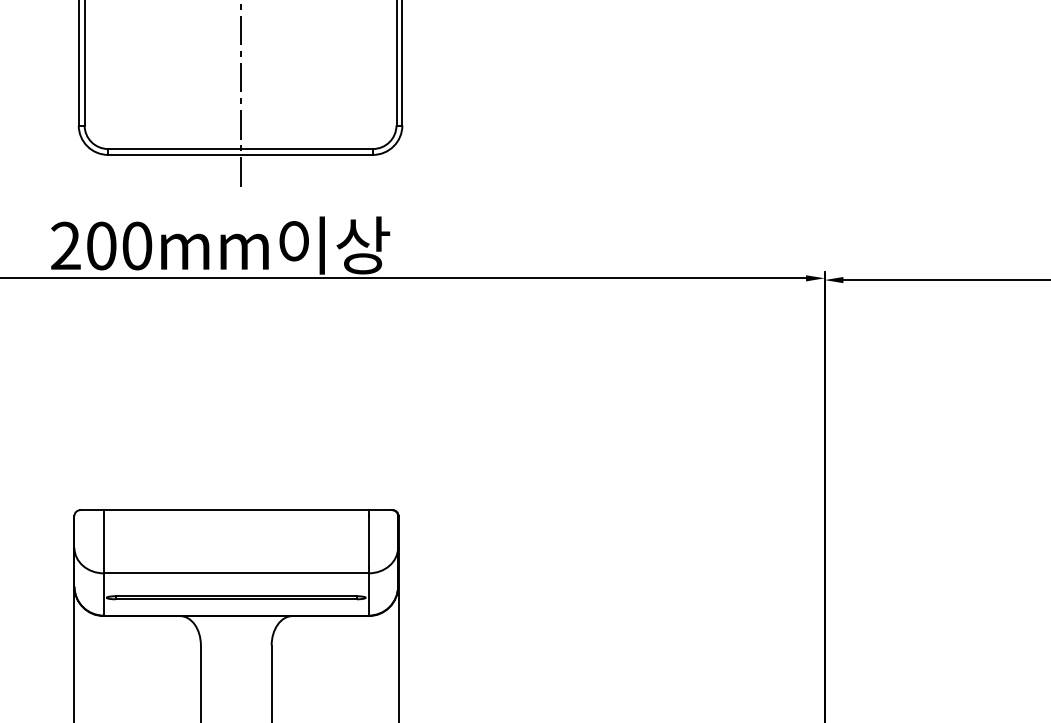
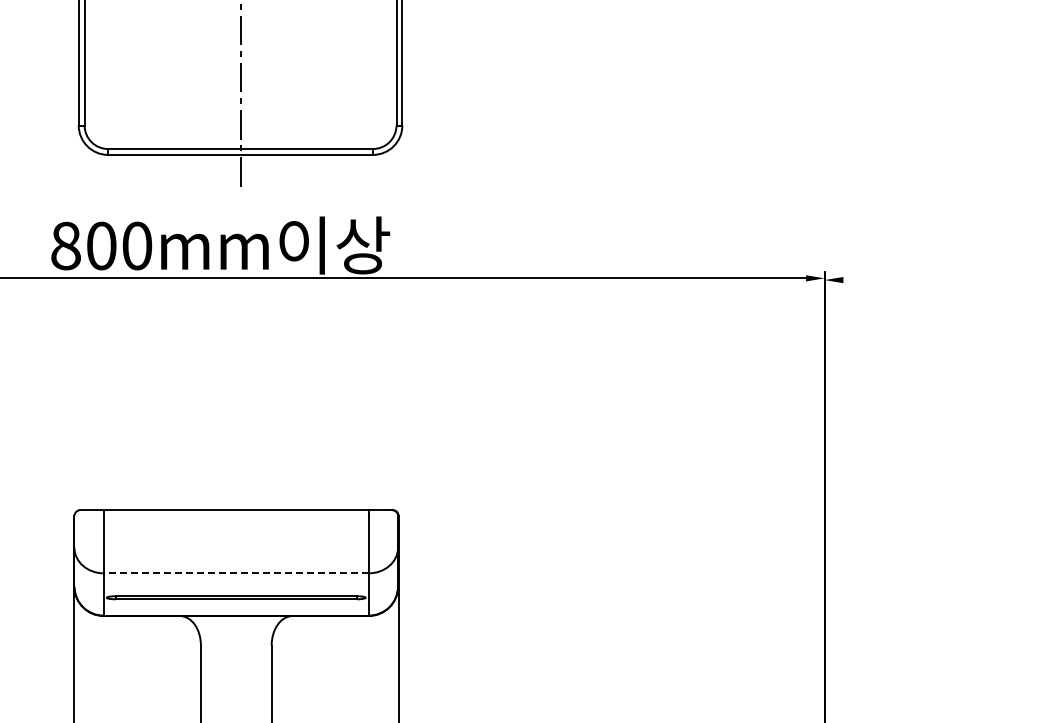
text at (65, 245): 200mm -> 800mm
line at (945, 280): present -> none
line at (235, 573): solid -> dashed
